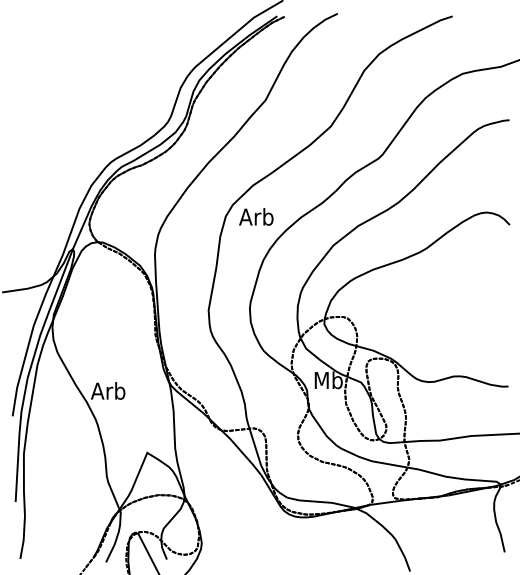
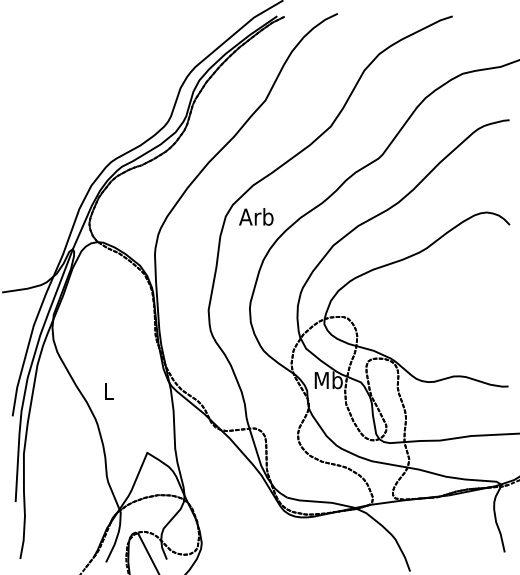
text at (107, 390): Arb -> L
